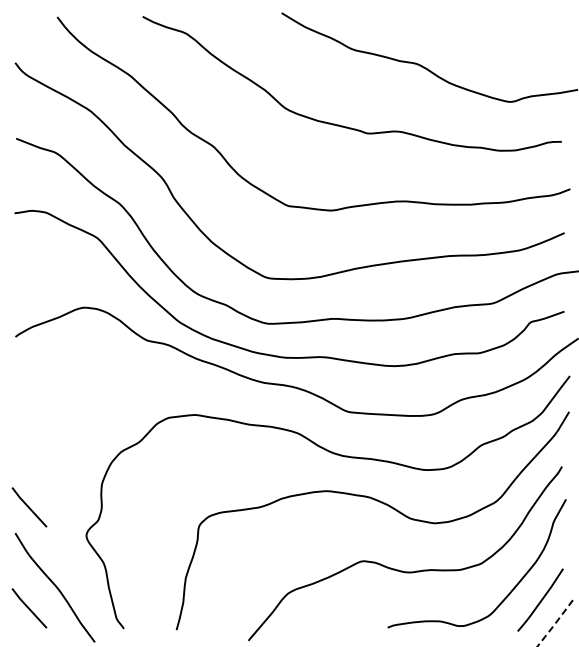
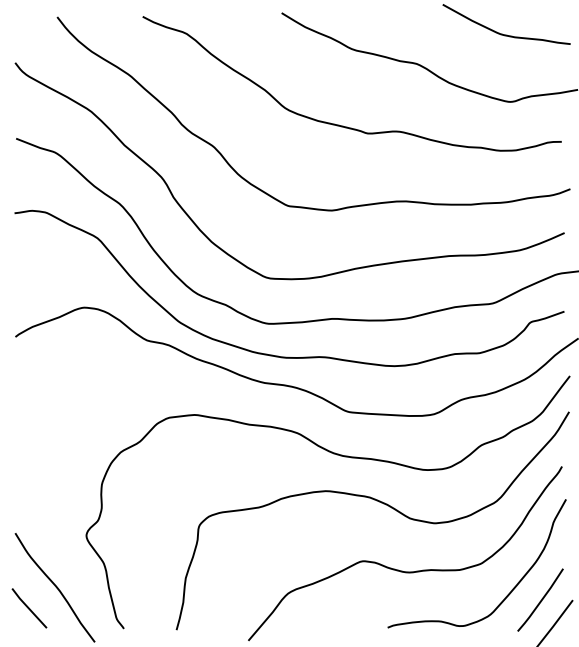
curve at (502, 33): none -> present
line at (29, 507): present -> none
line at (554, 624): dashed -> solid
